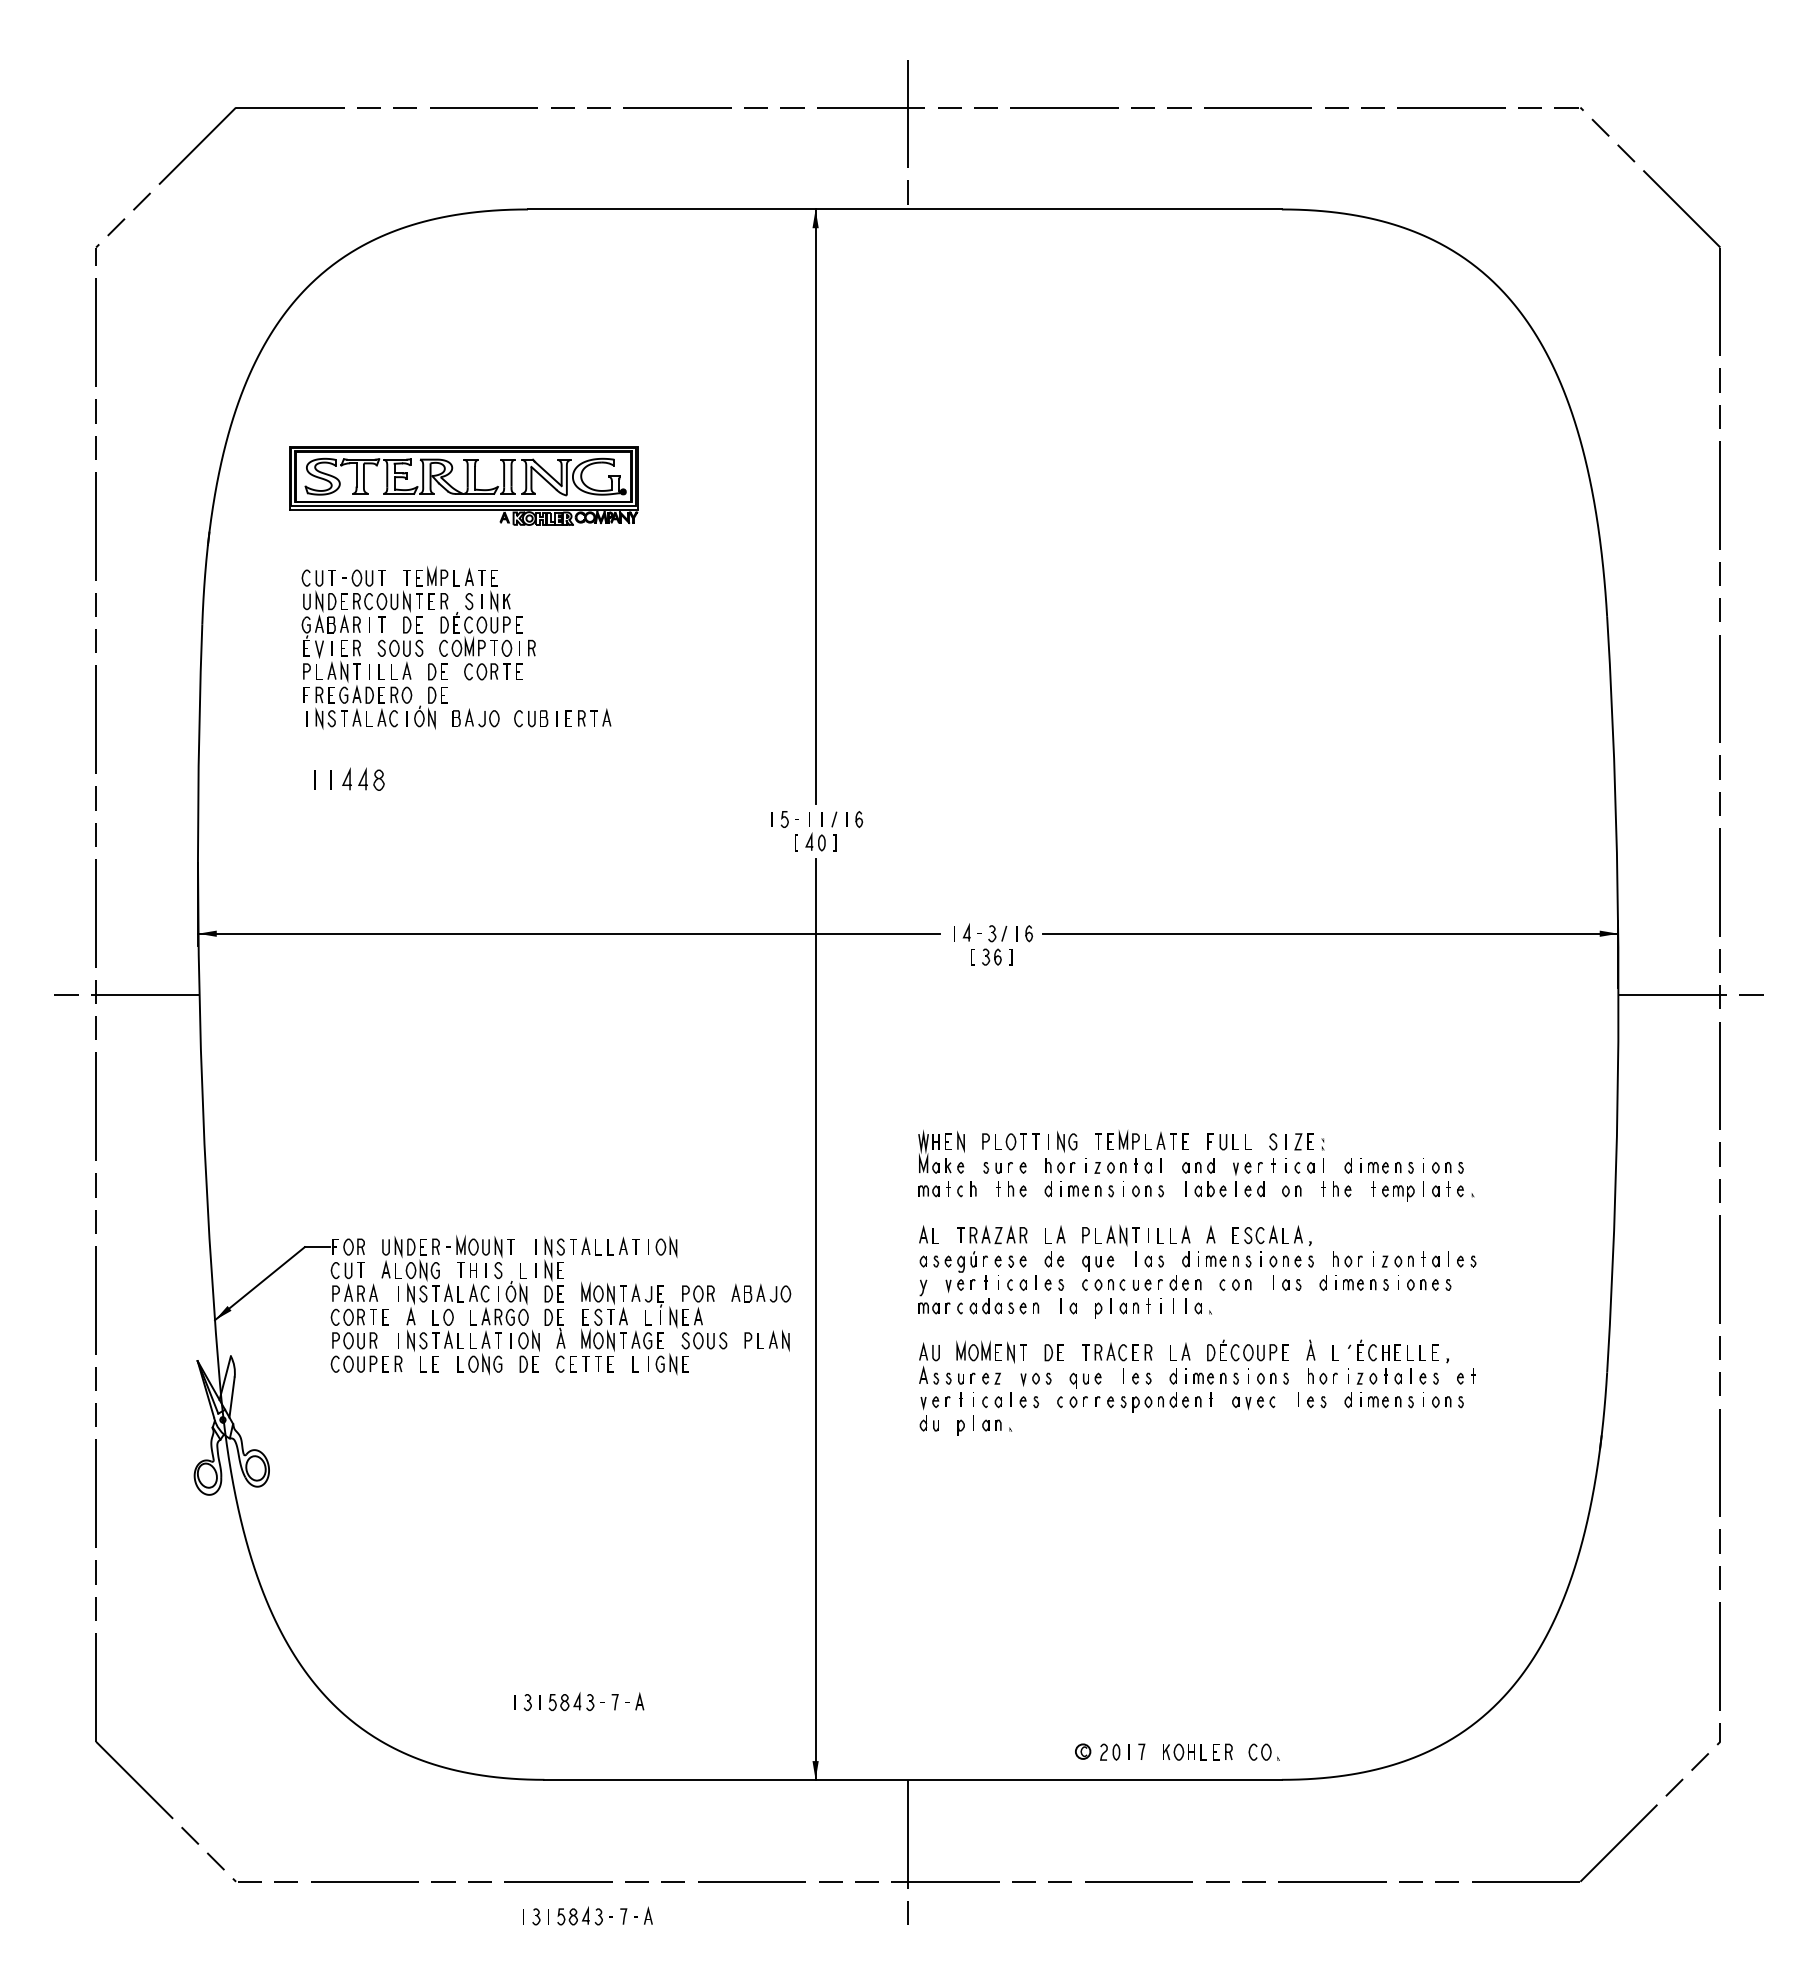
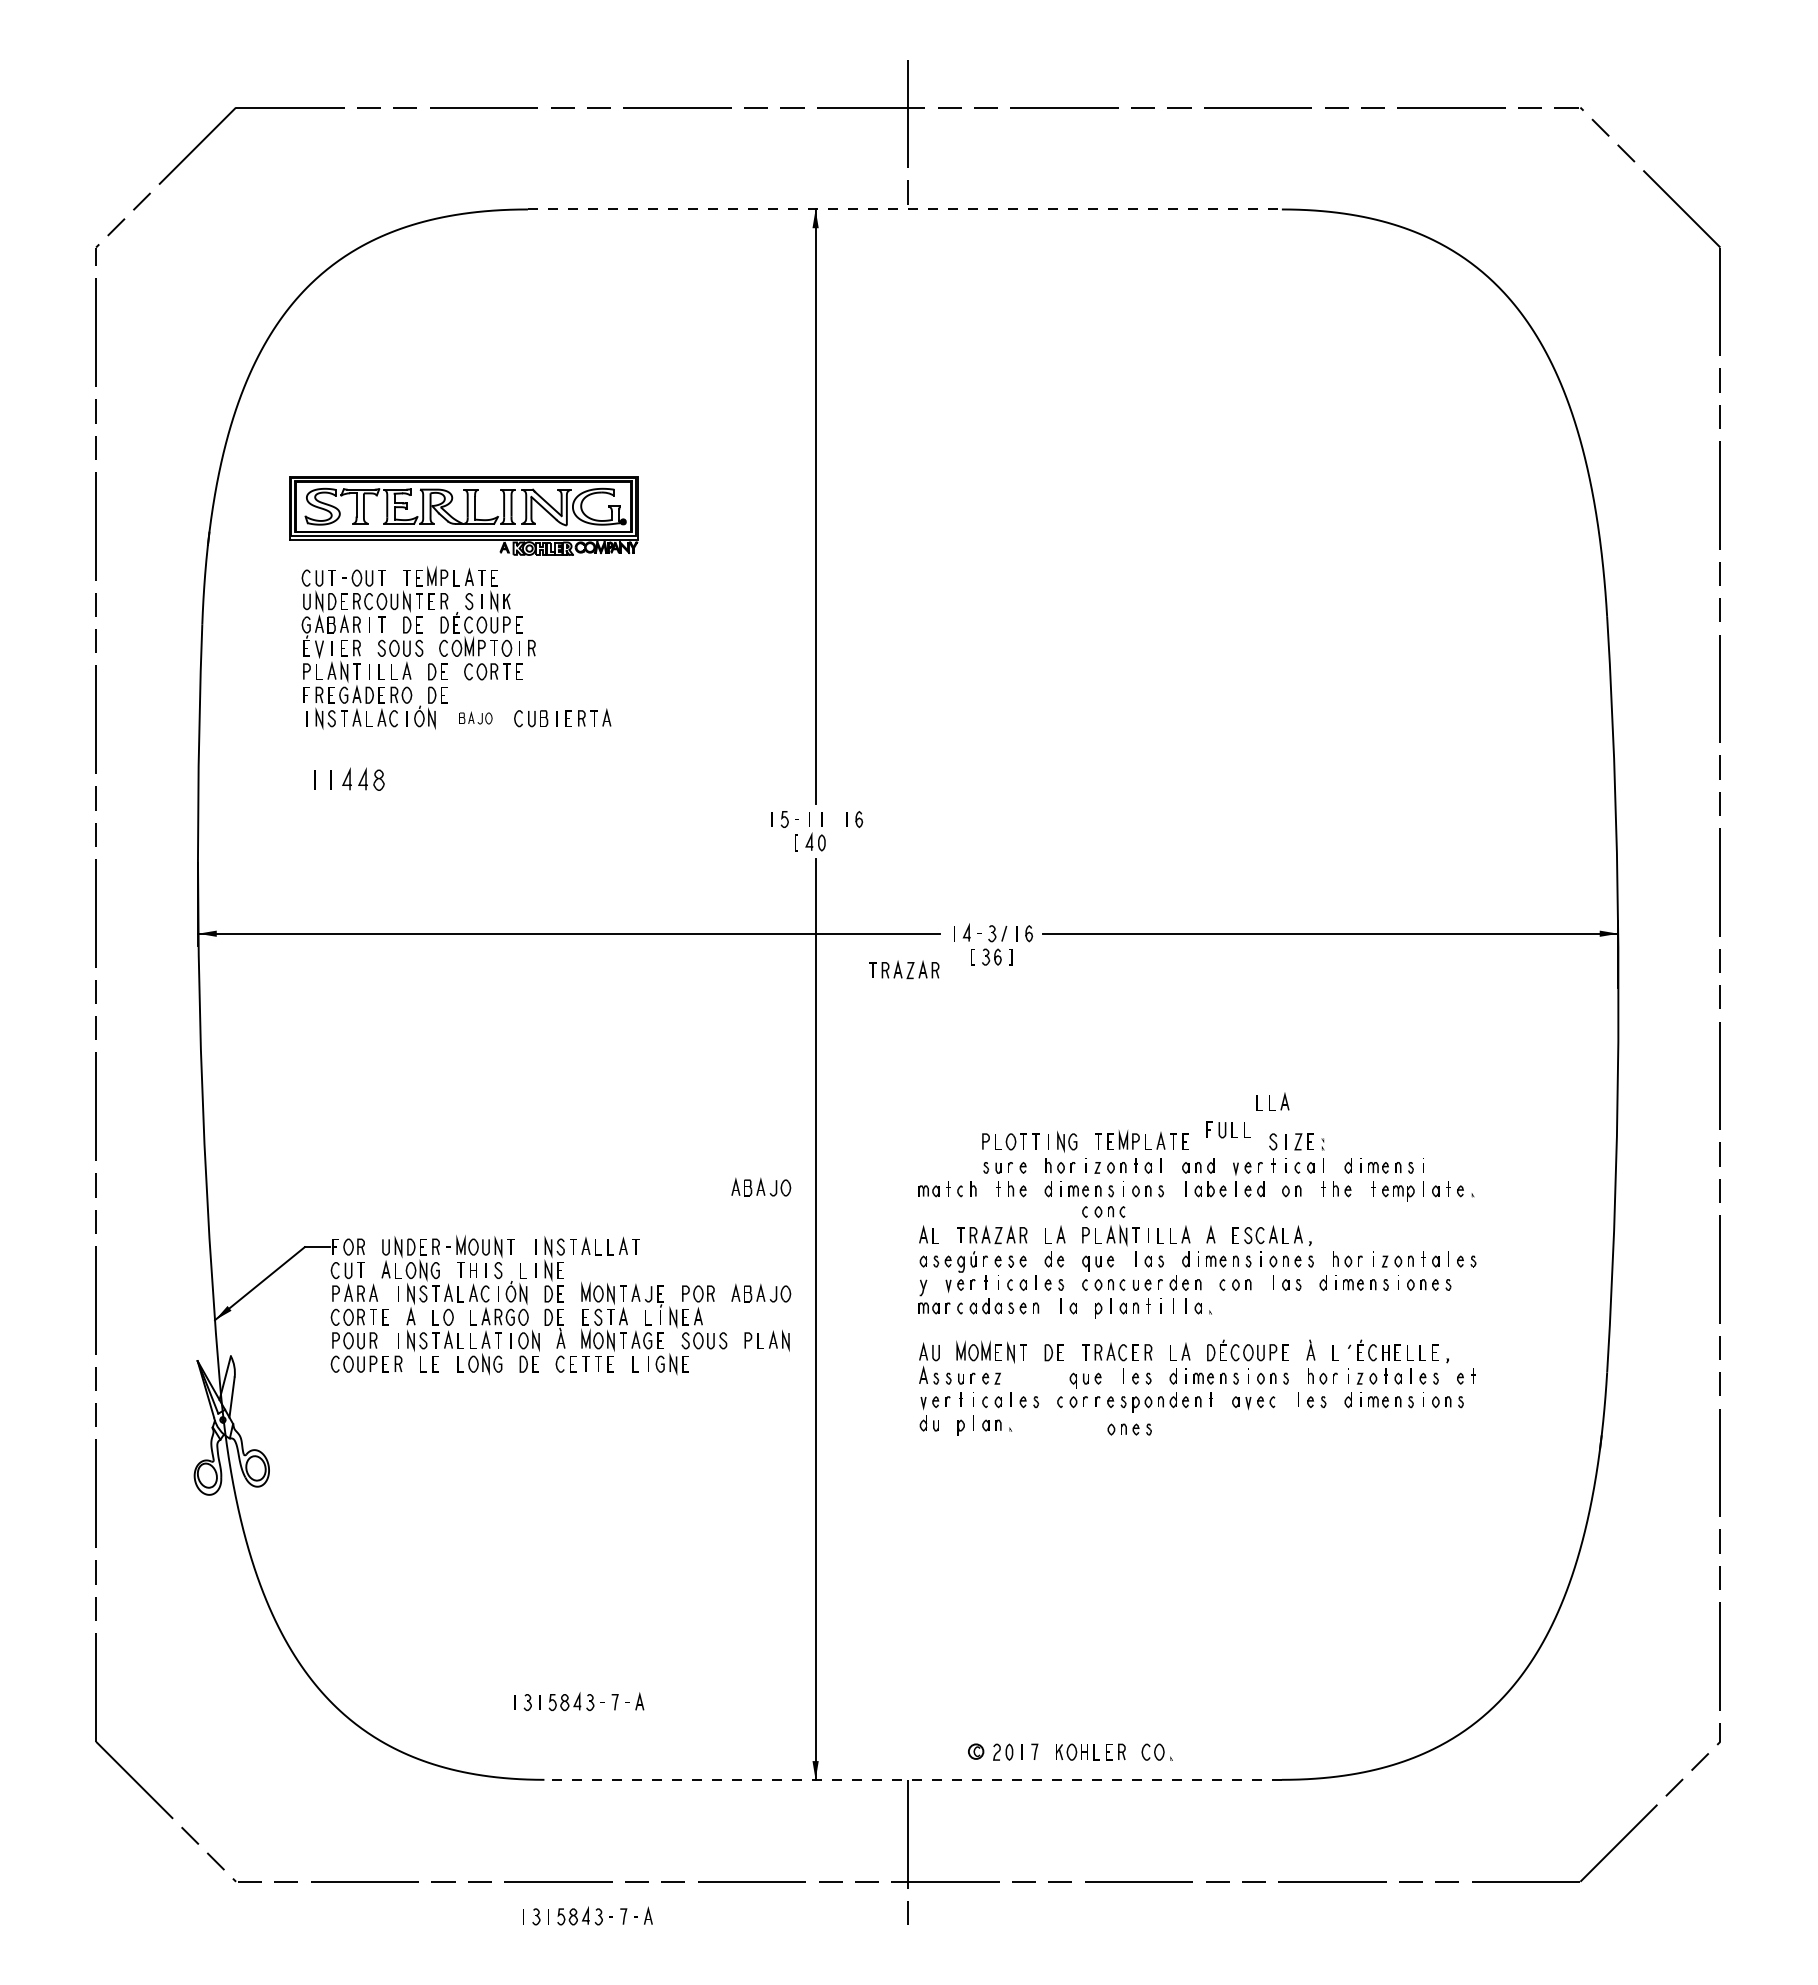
line at (904, 209): solid -> dashed
part at (463, 485) position: (463, 485) -> (463, 515)
part at (475, 717) size: 48x20 px -> 34x14 px
part at (834, 831): present -> none
part at (904, 969): none -> present
line at (124, 994): present -> none
line at (1693, 994): present -> none
part at (1272, 1101): none -> present
part at (1229, 1141) position: (1229, 1141) -> (1228, 1129)
part at (941, 1151): present -> none
part at (1447, 1167): present -> none
part at (761, 1186): none -> present
part at (1103, 1211): none -> present
part at (662, 1247): present -> none
part at (1035, 1379): present -> none
part at (1129, 1429): none -> present
part at (1177, 1751) position: (1177, 1751) -> (1070, 1751)
line at (913, 1779): solid -> dashed
